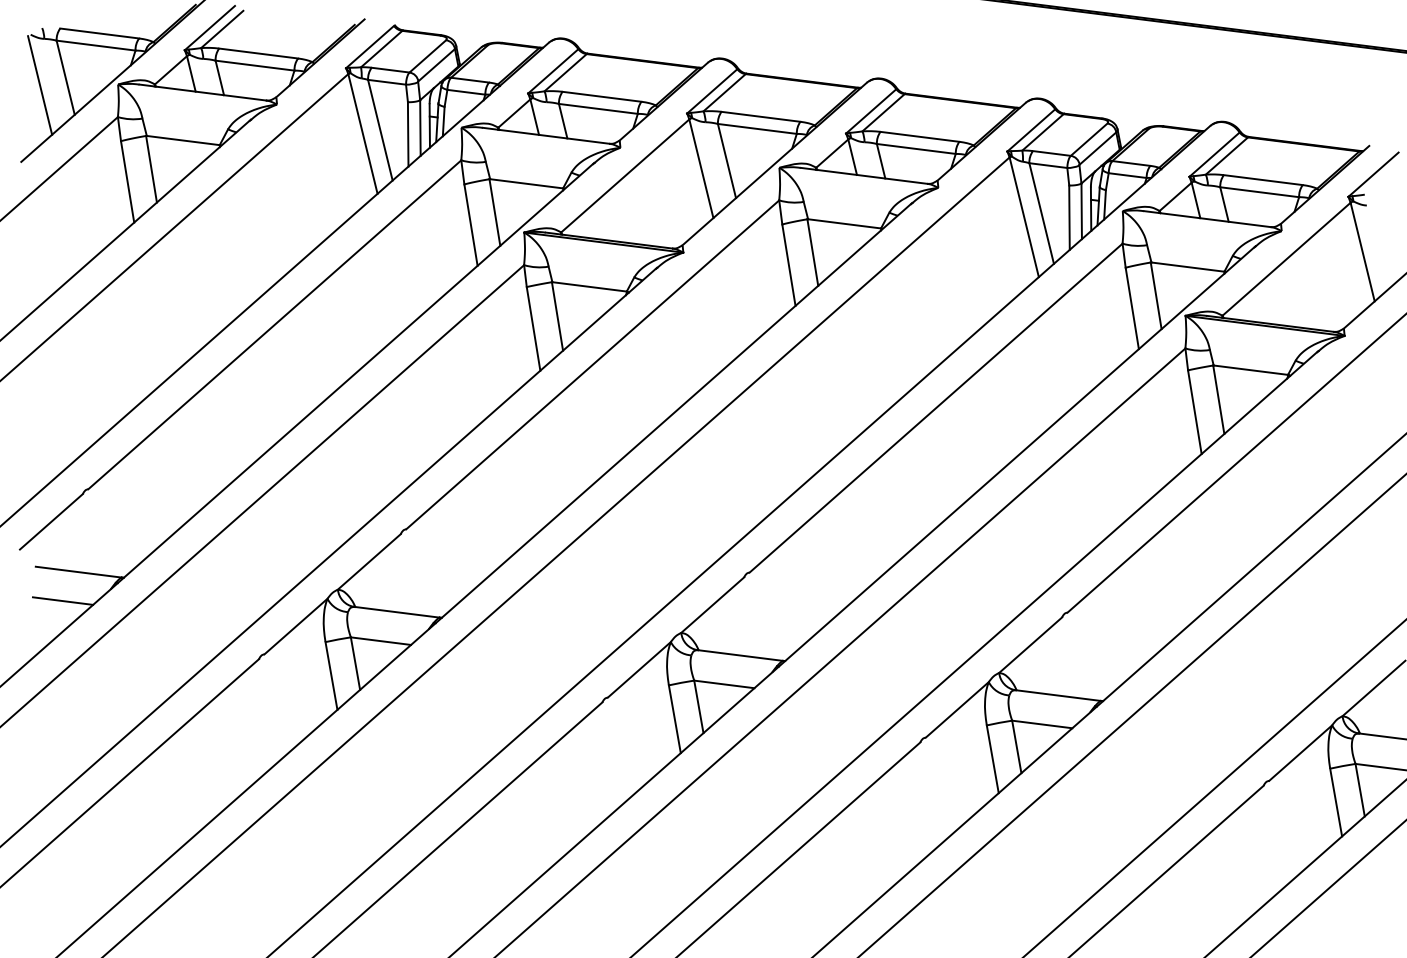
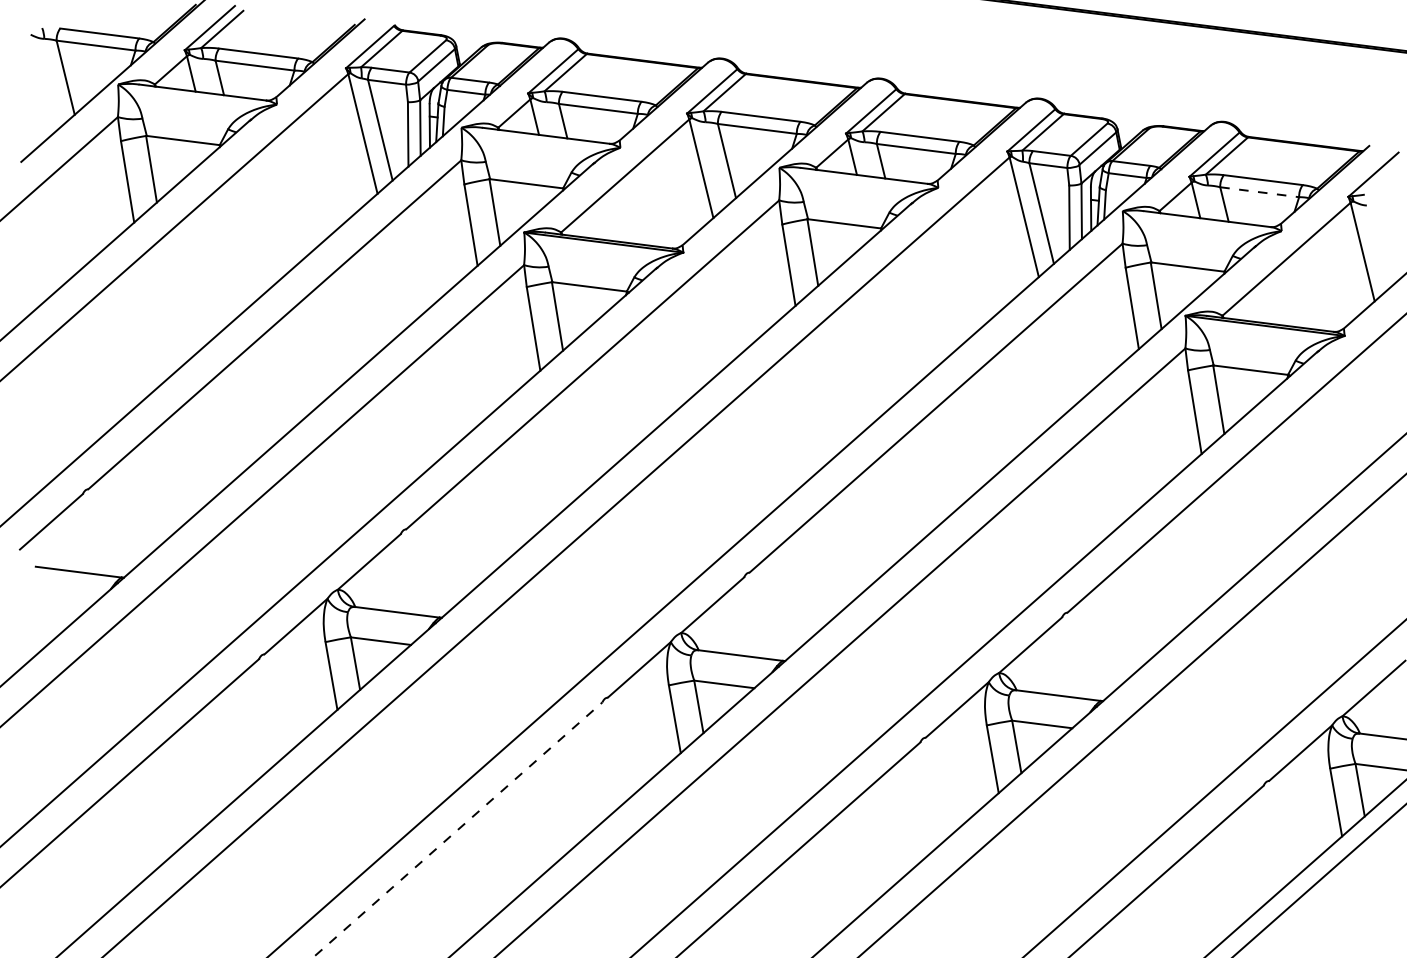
line at (40, 85): present -> none
line at (1259, 192): solid -> dashed
line at (62, 600): present -> none
line at (457, 829): solid -> dashed
line at (1328, 888) position: (1328, 888) -> (1319, 880)
